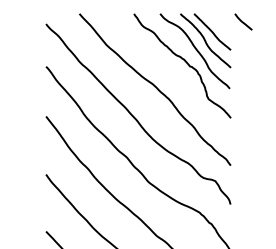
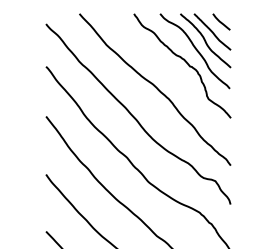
line at (243, 21) position: (243, 21) -> (221, 21)
